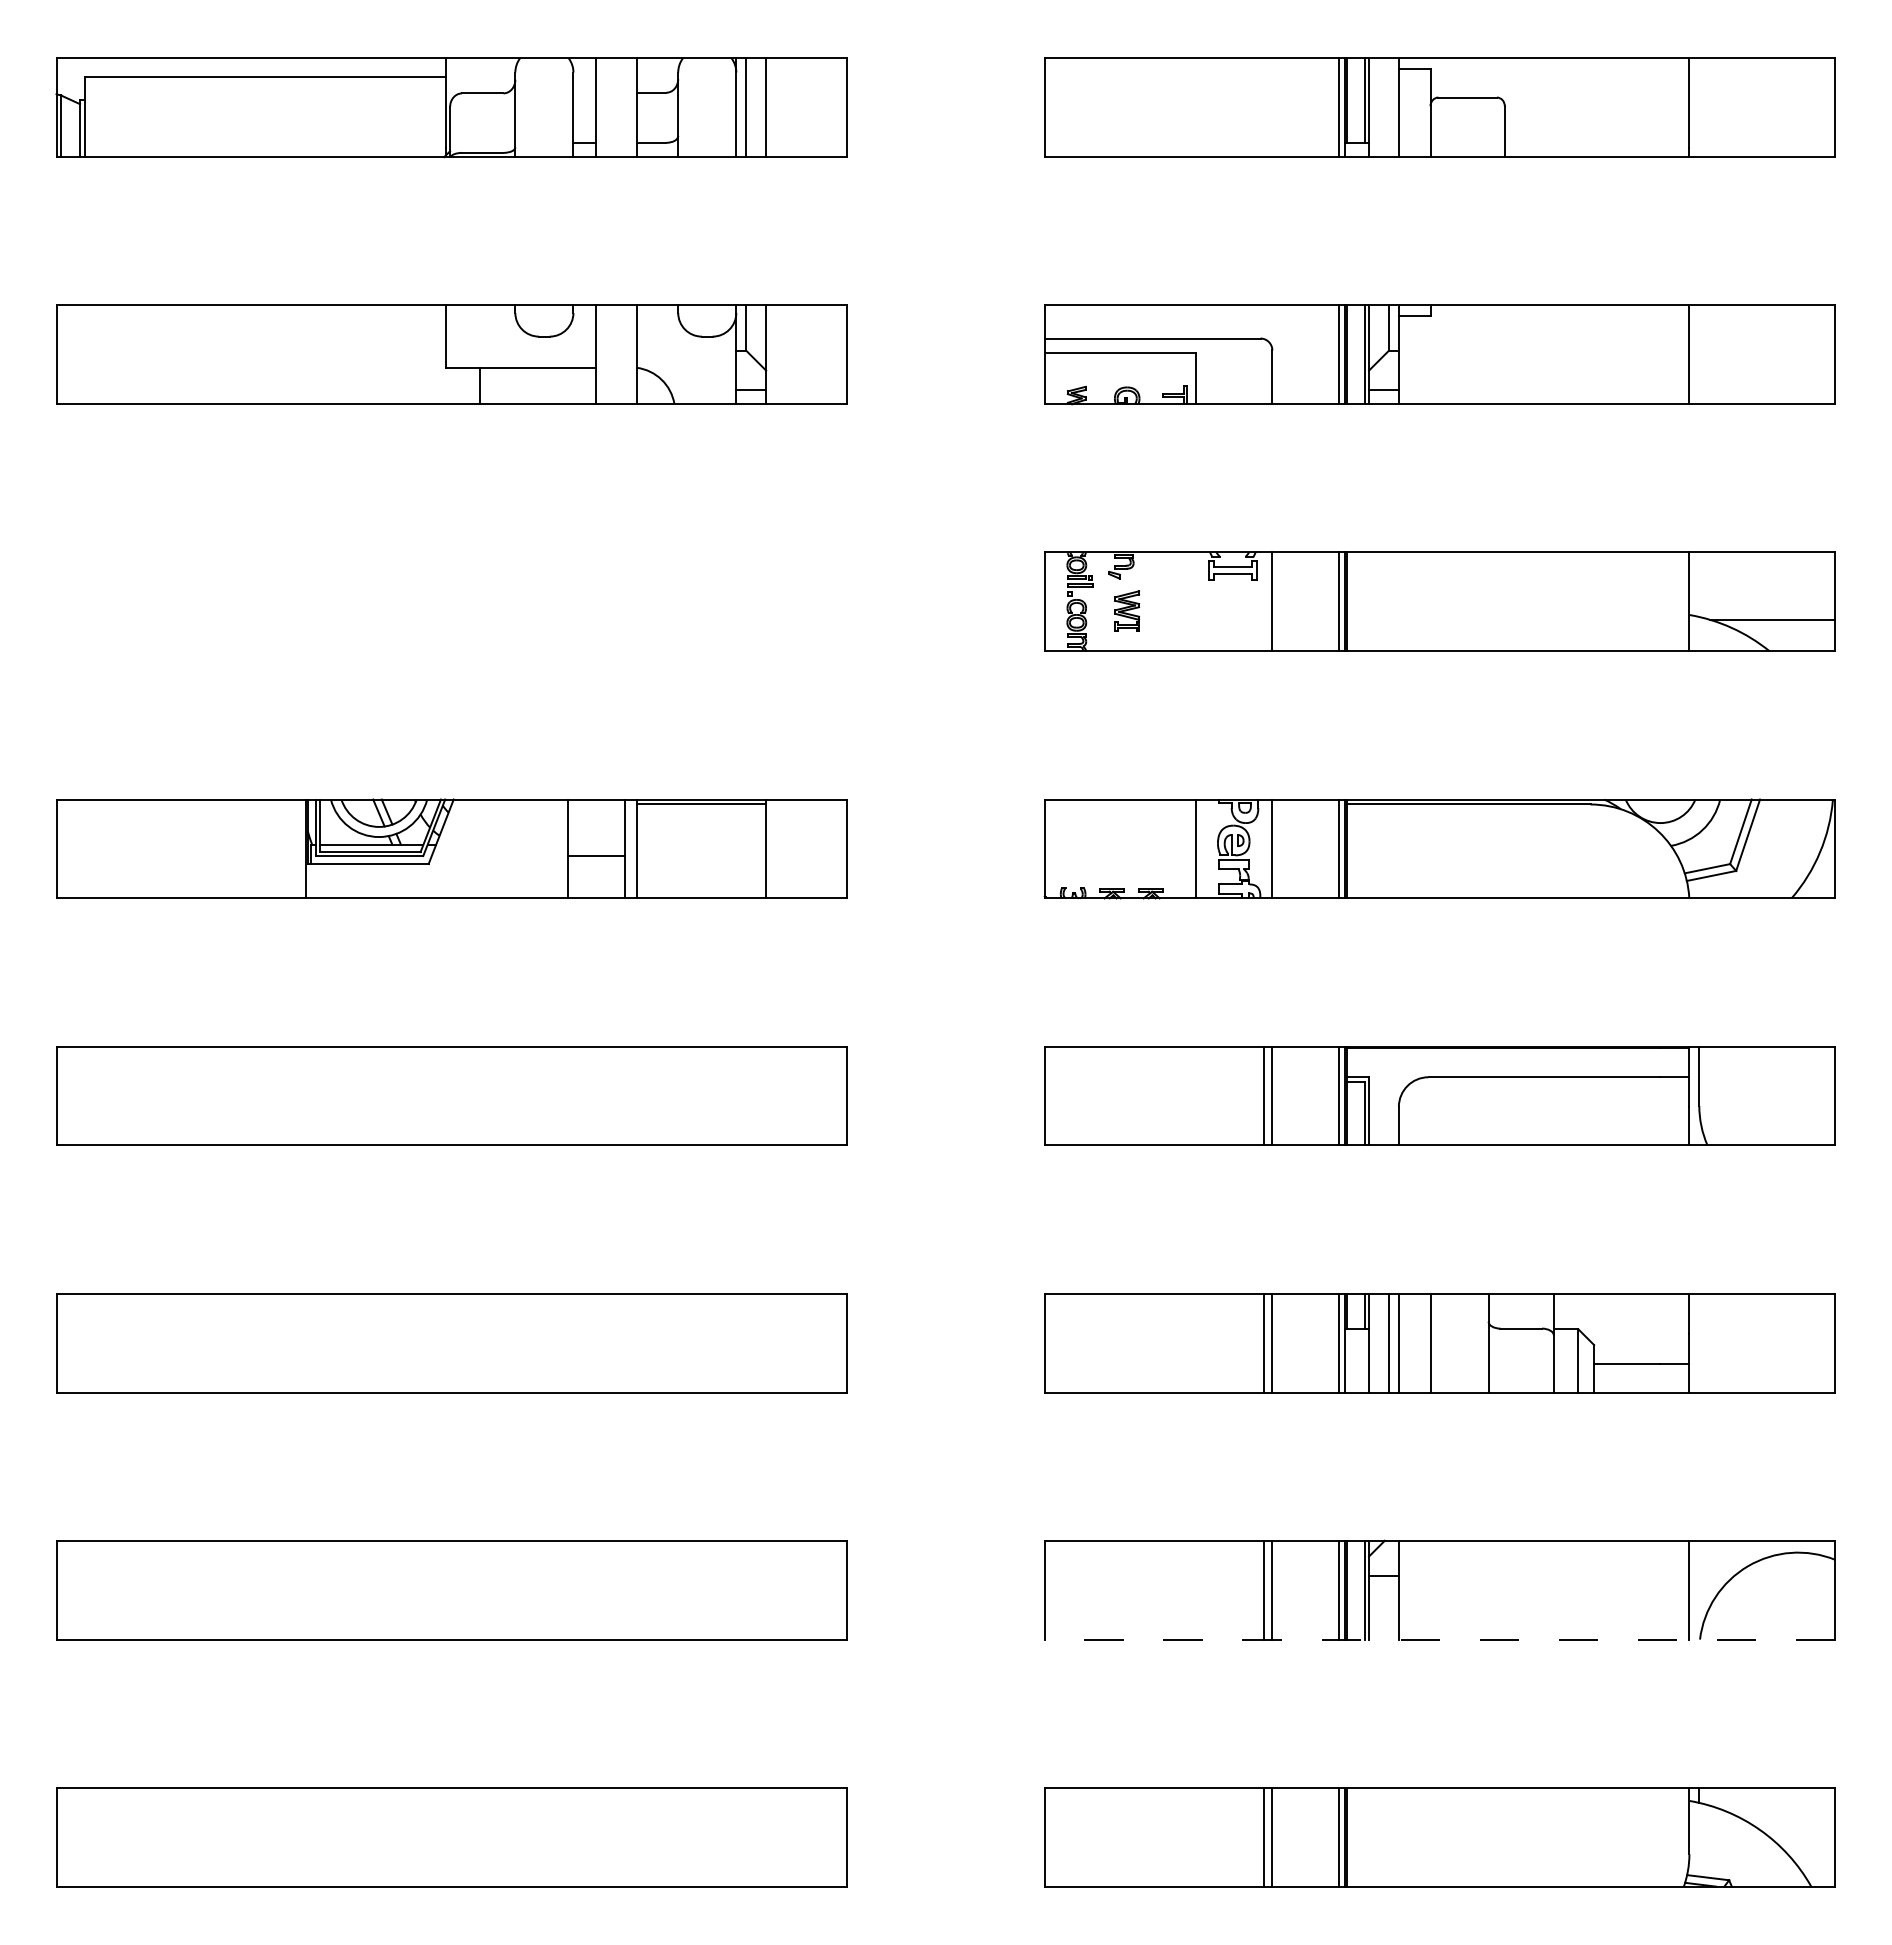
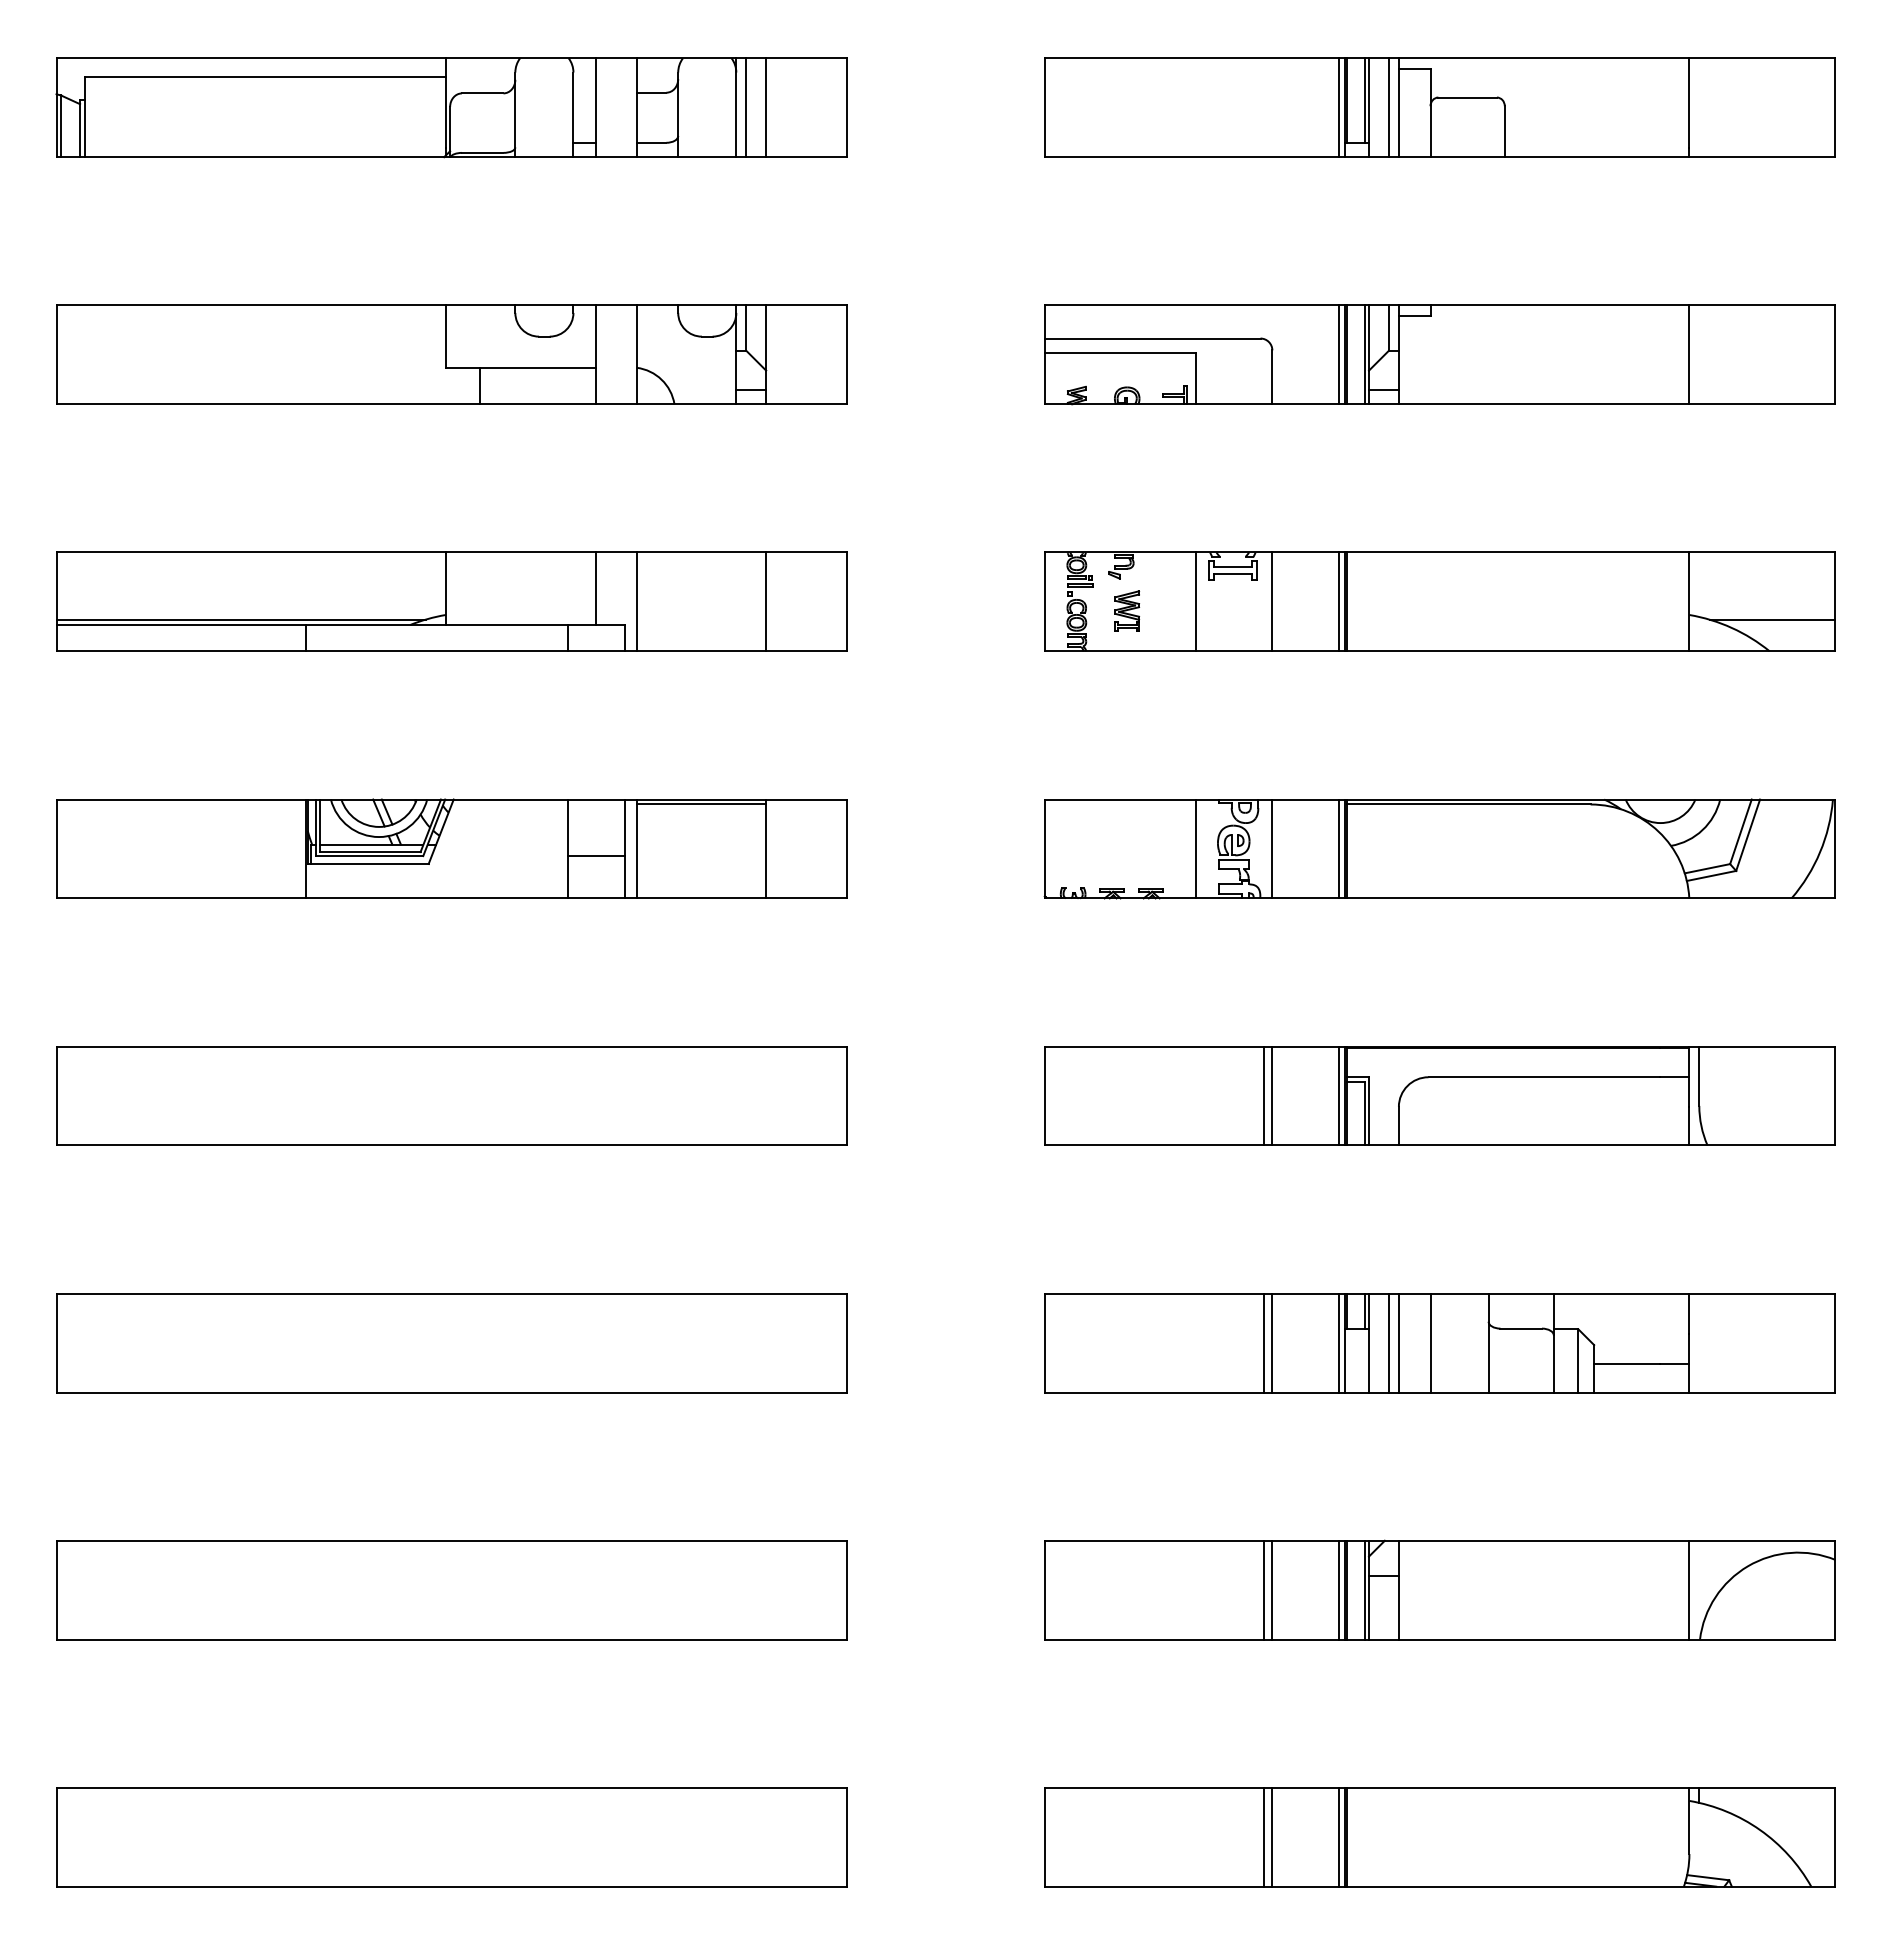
line at (1388, 107): none -> present
part at (451, 601): none -> present
line at (1195, 601): none -> present
line at (1439, 1639): dashed -> solid
